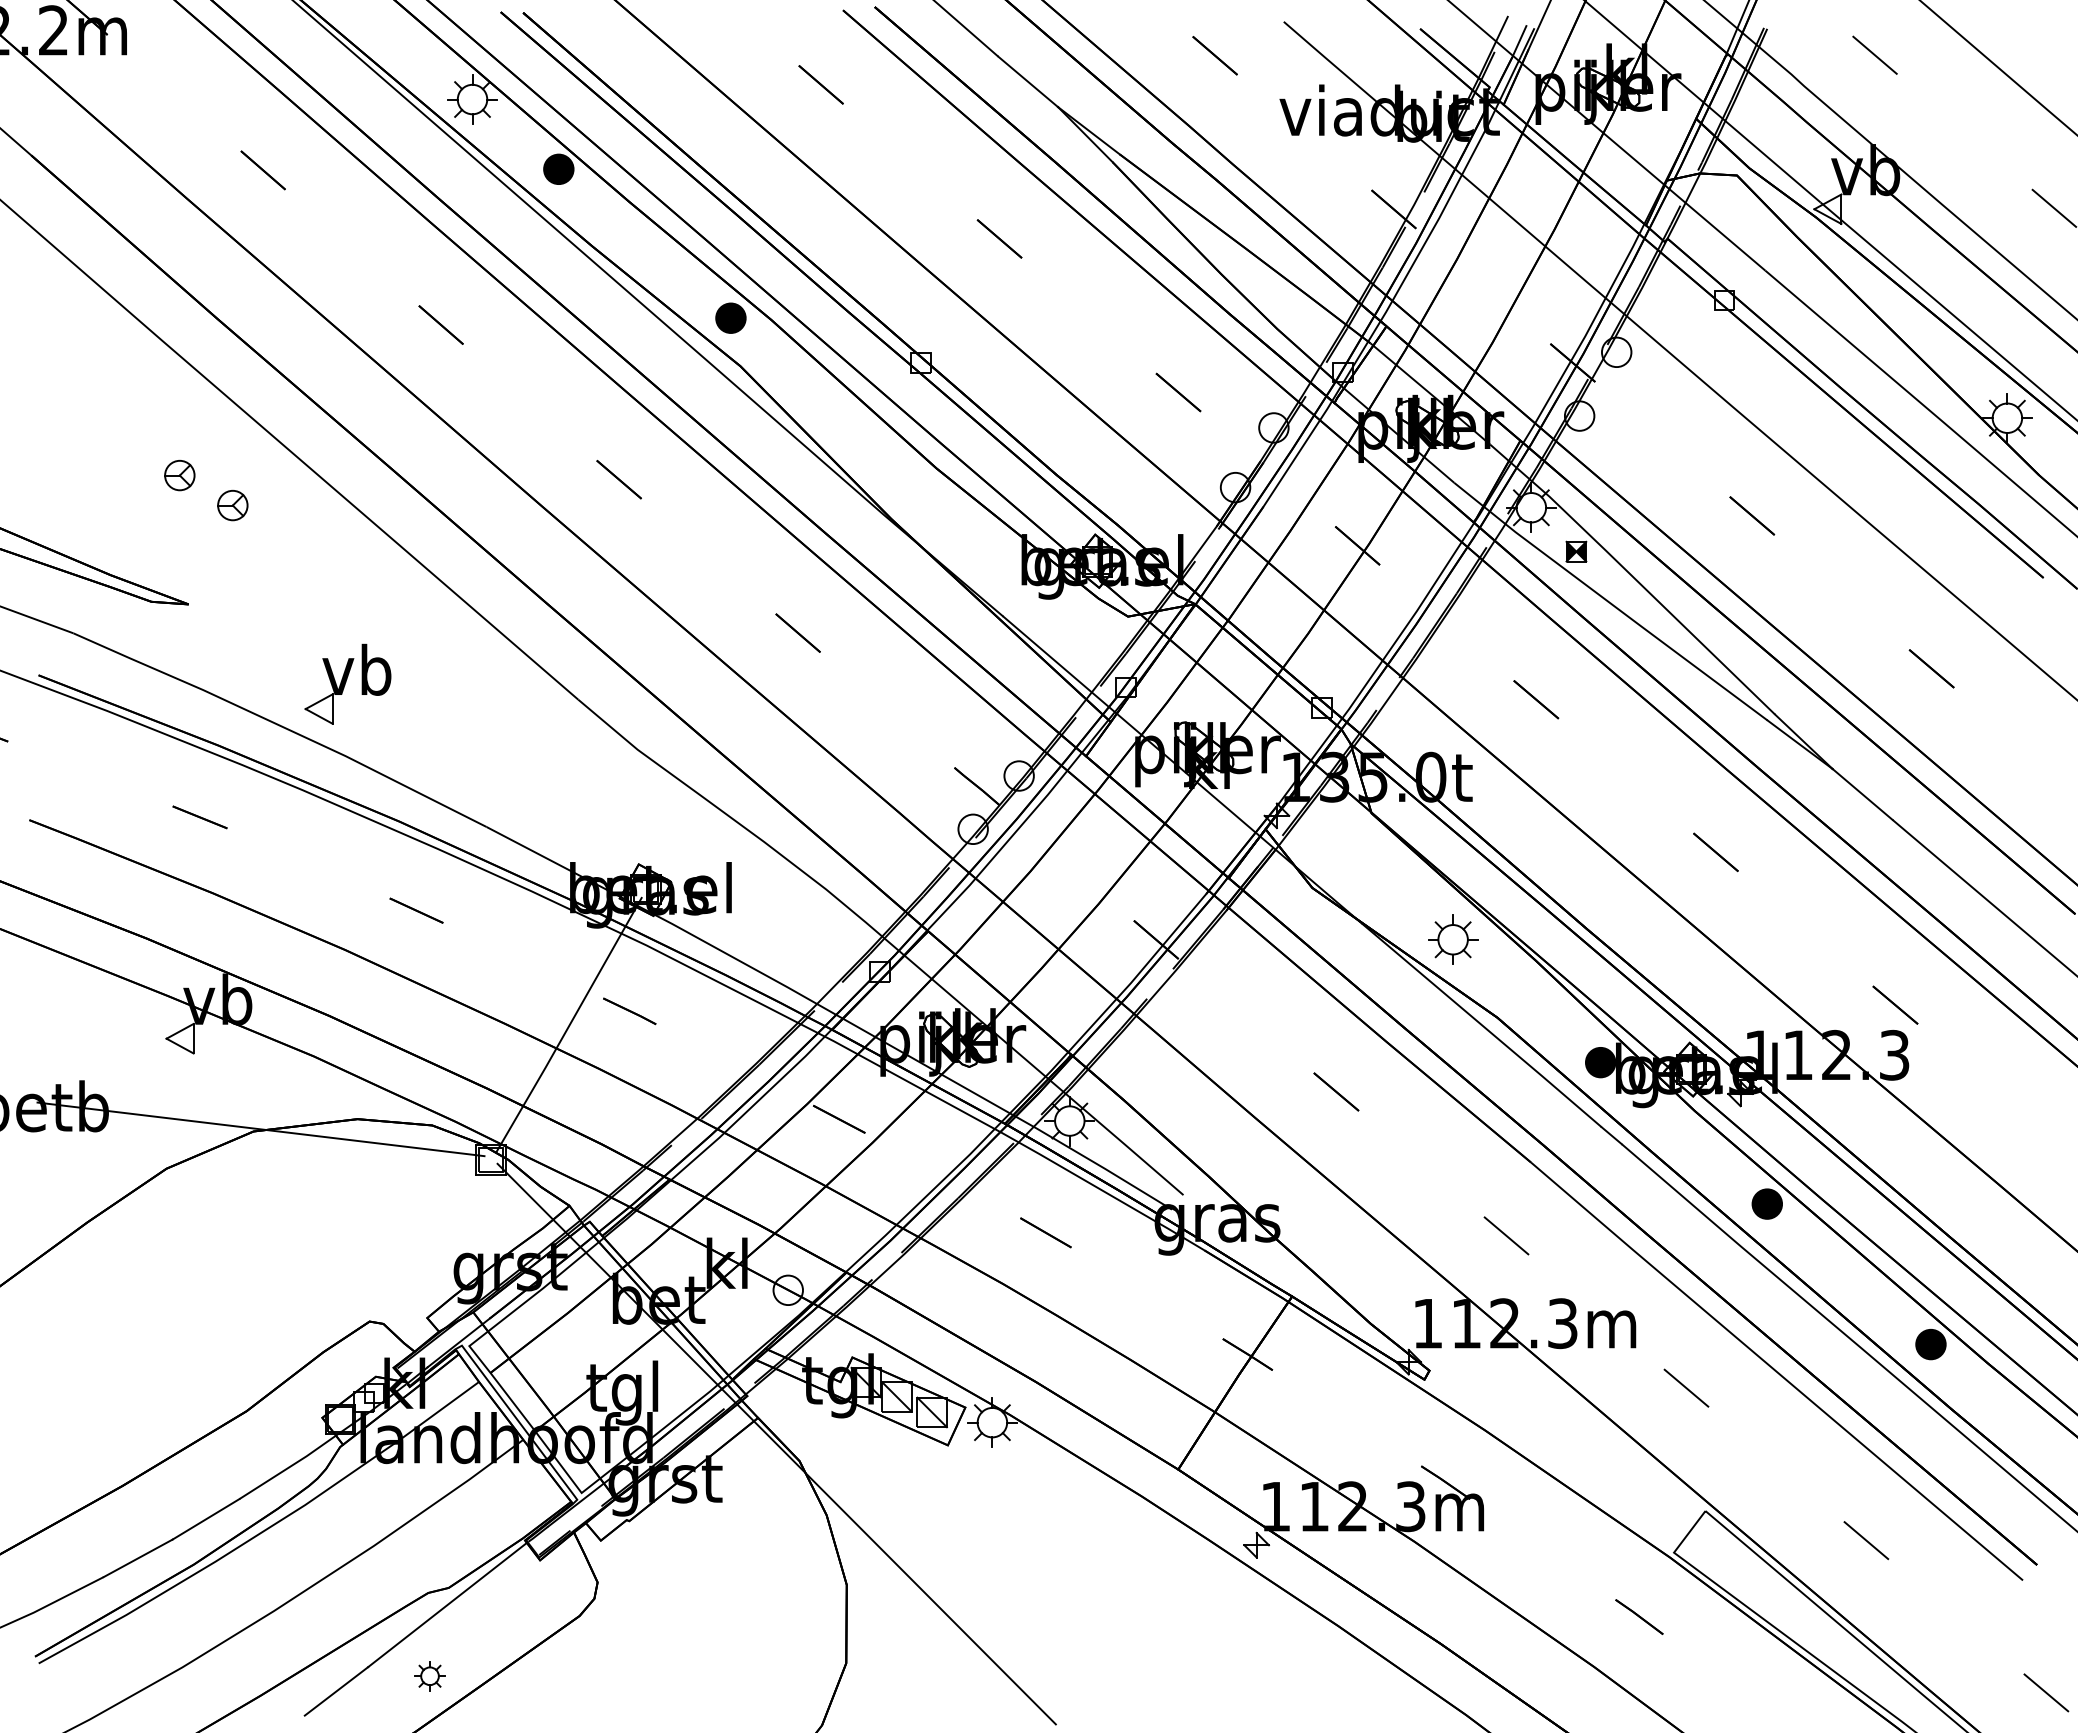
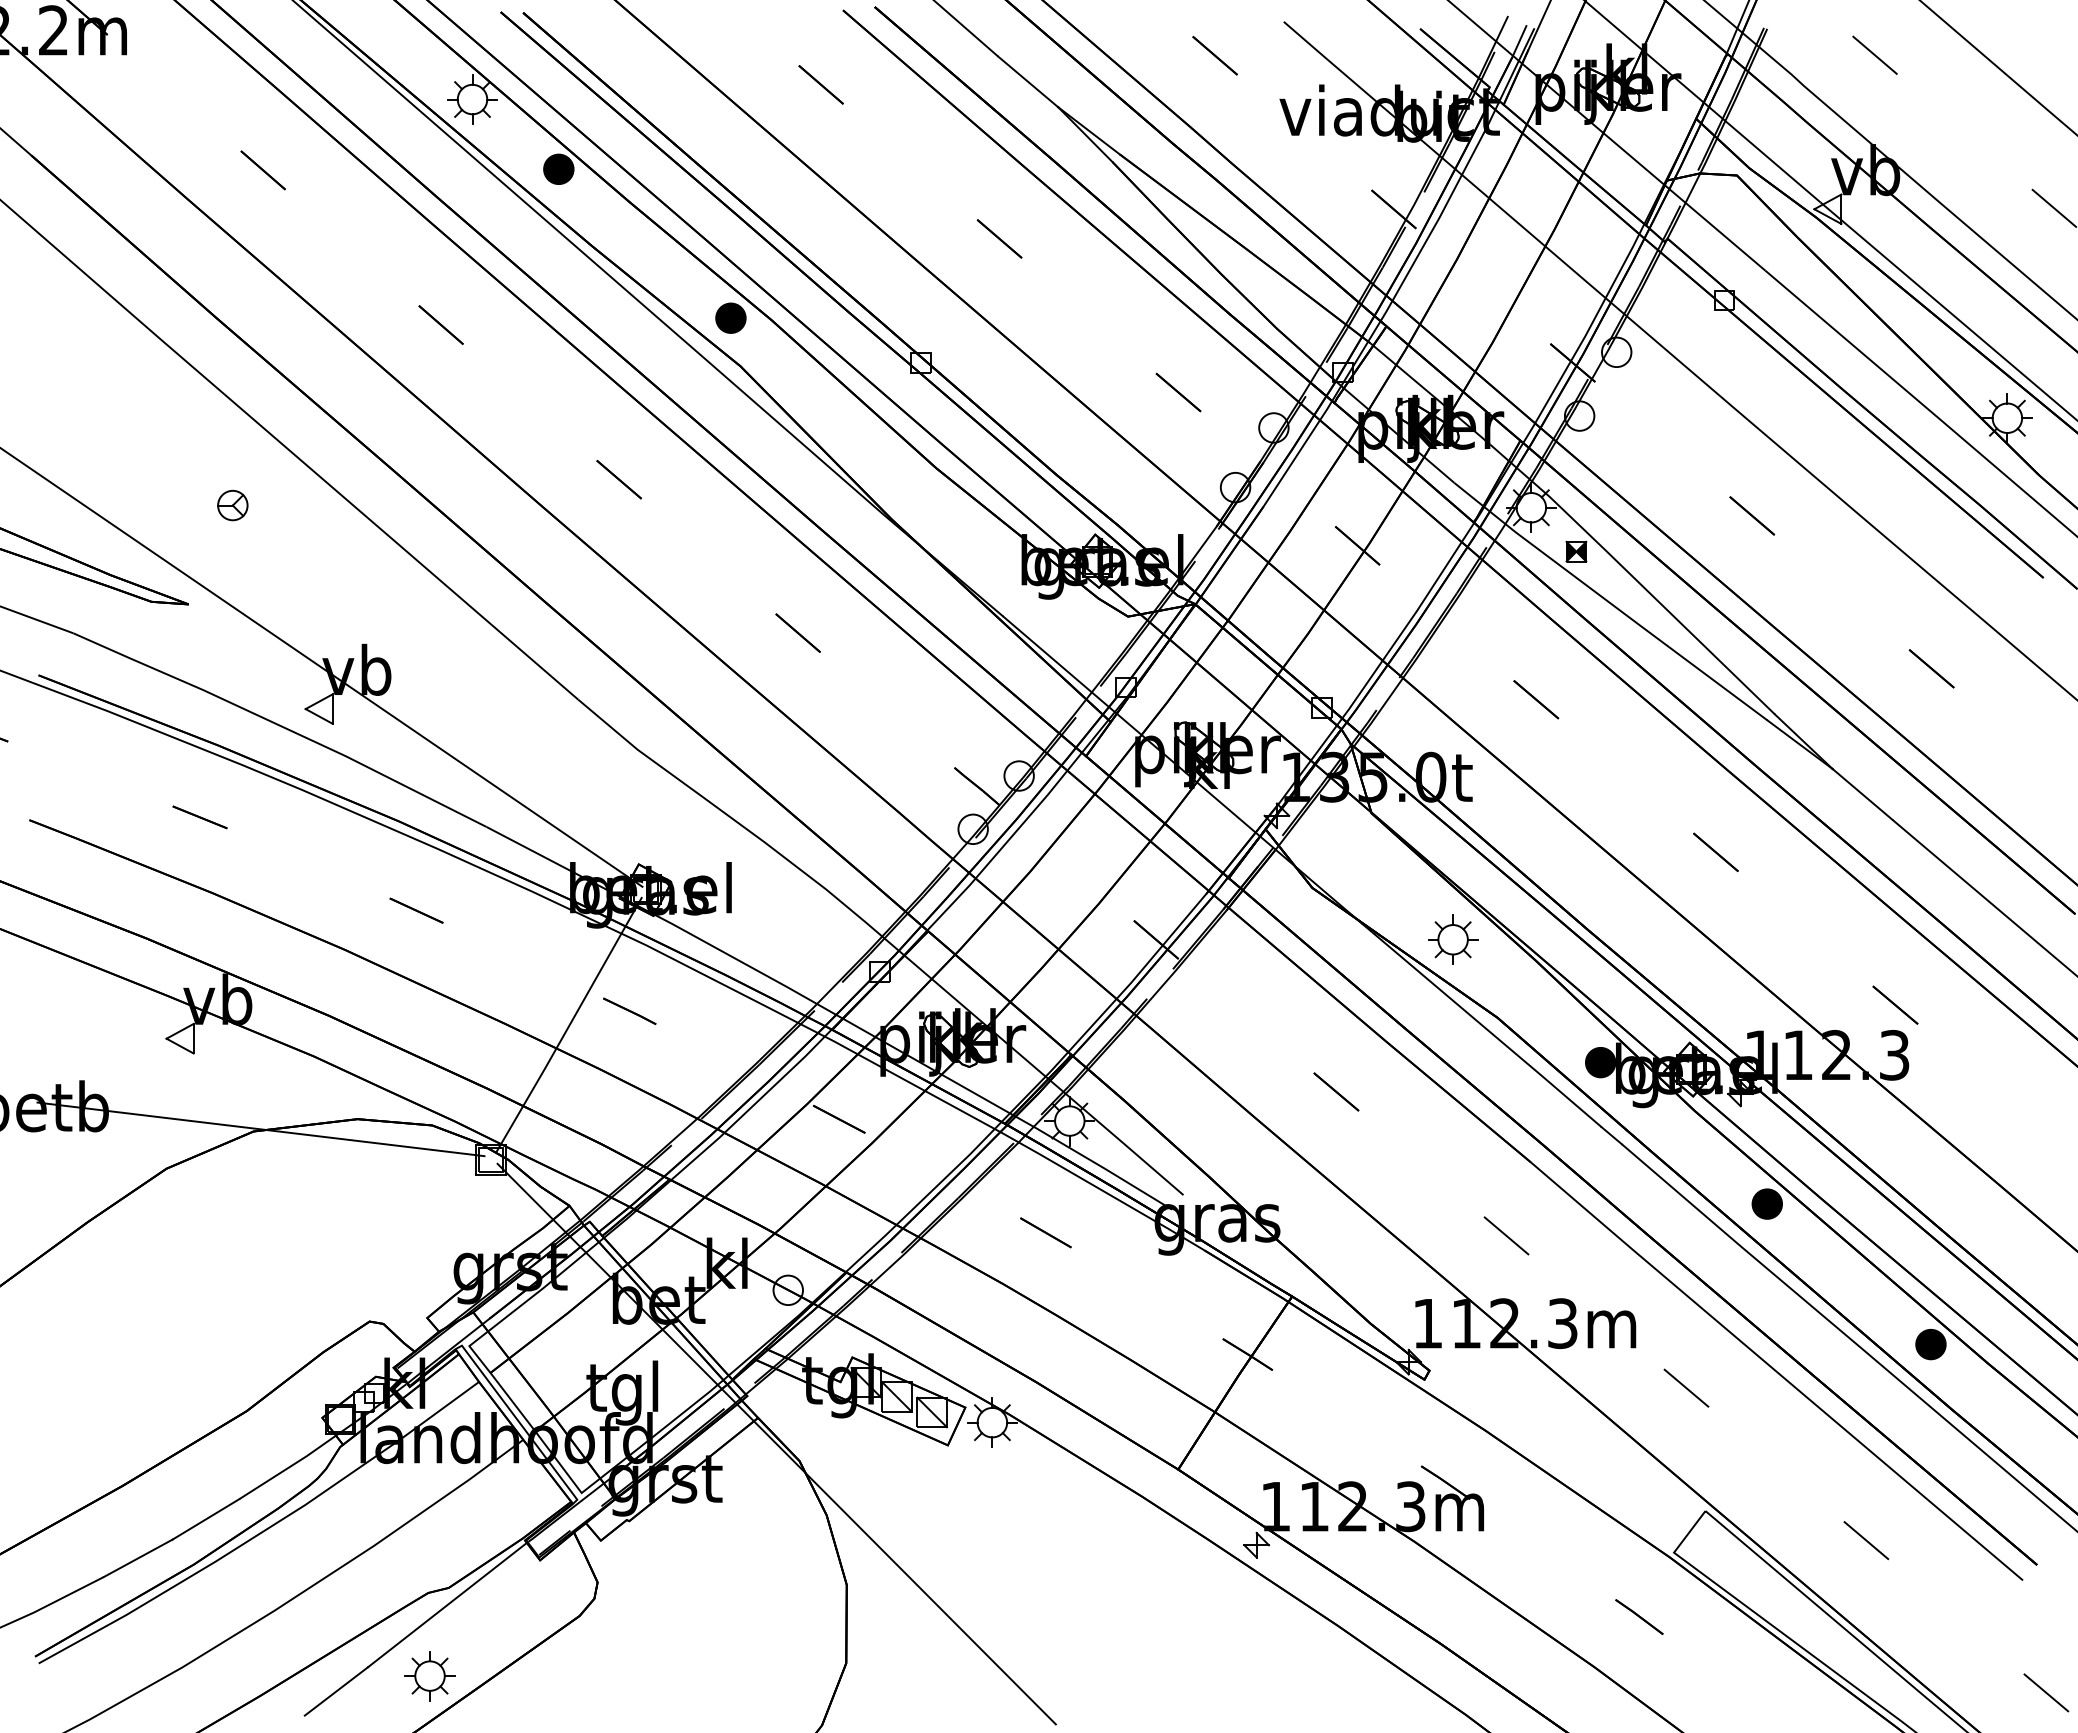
part at (179, 475): present -> none
line at (322, 667): none -> present
part at (429, 1676) size: 32x31 px -> 52x51 px
